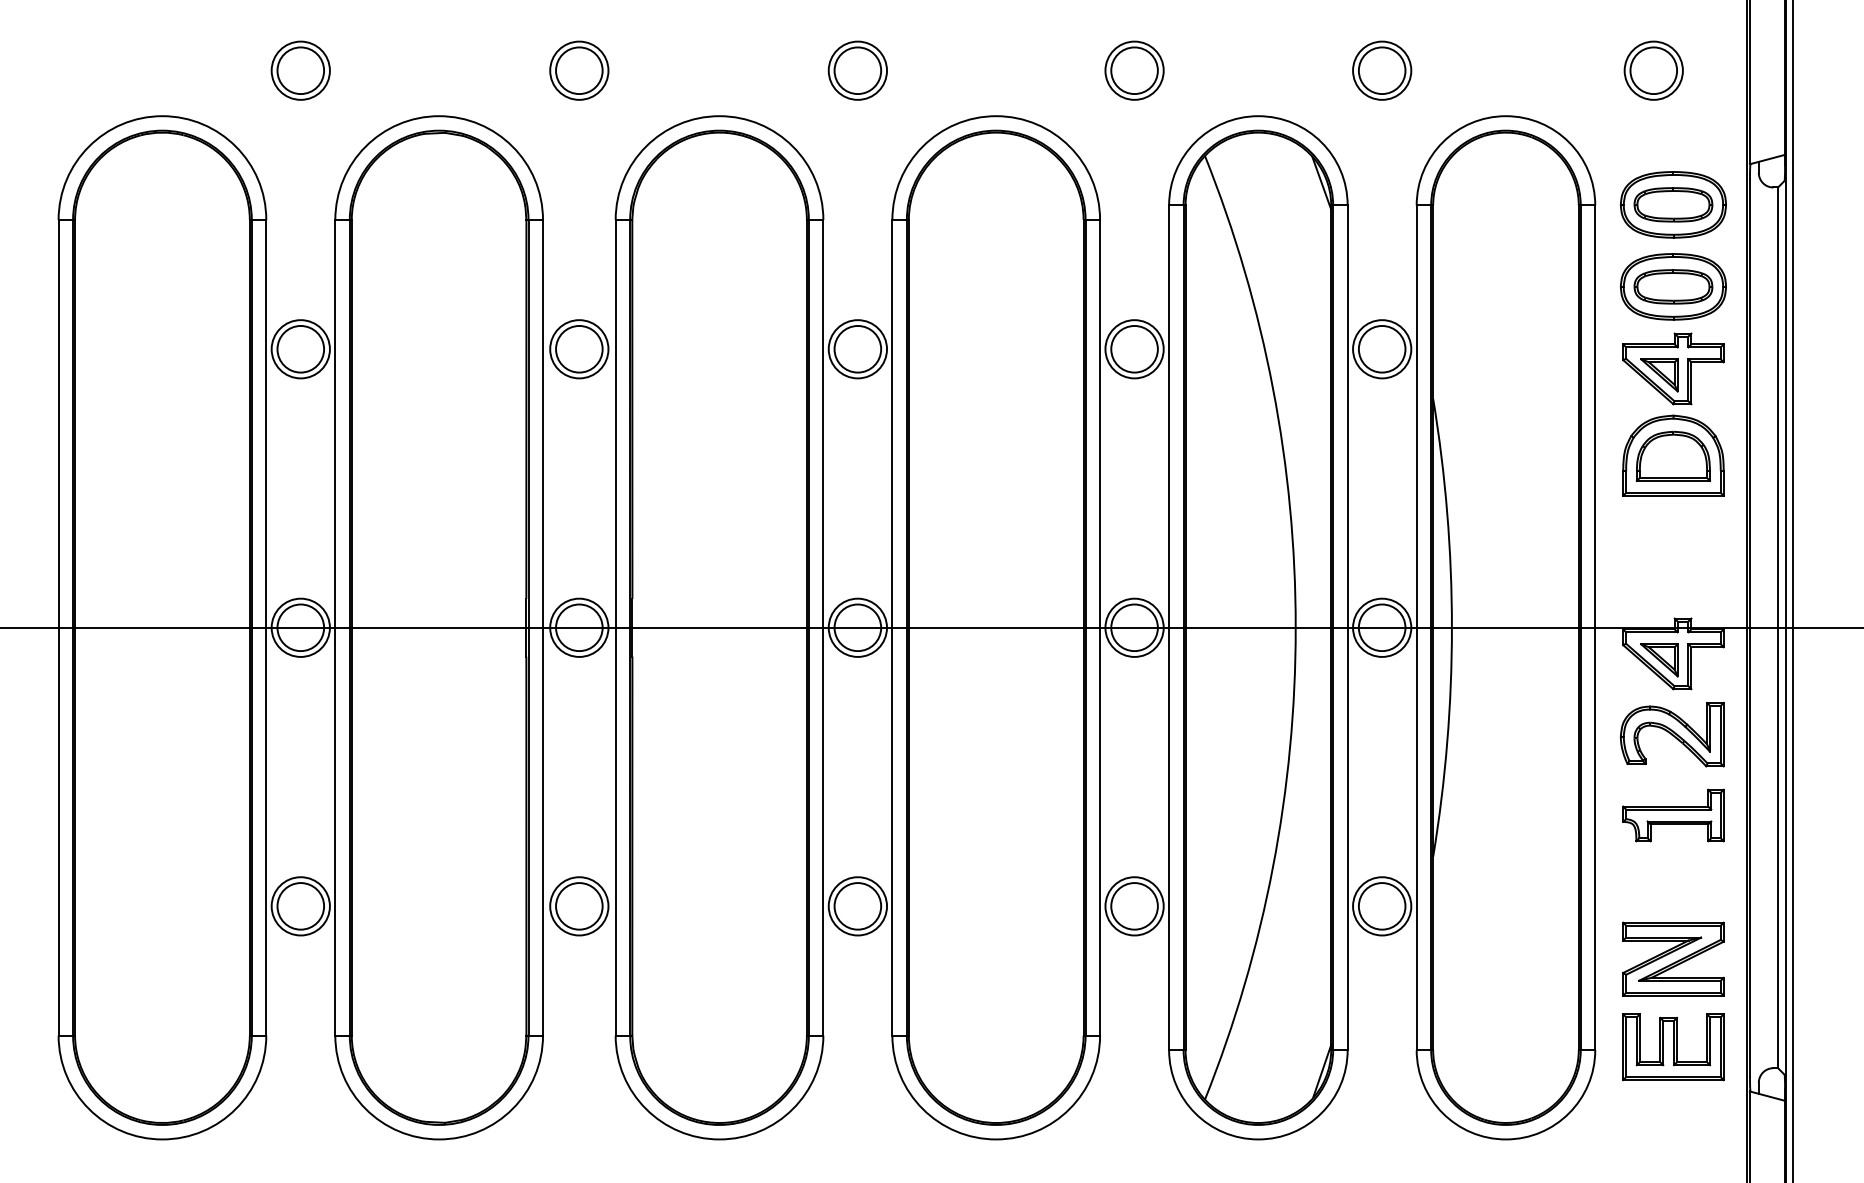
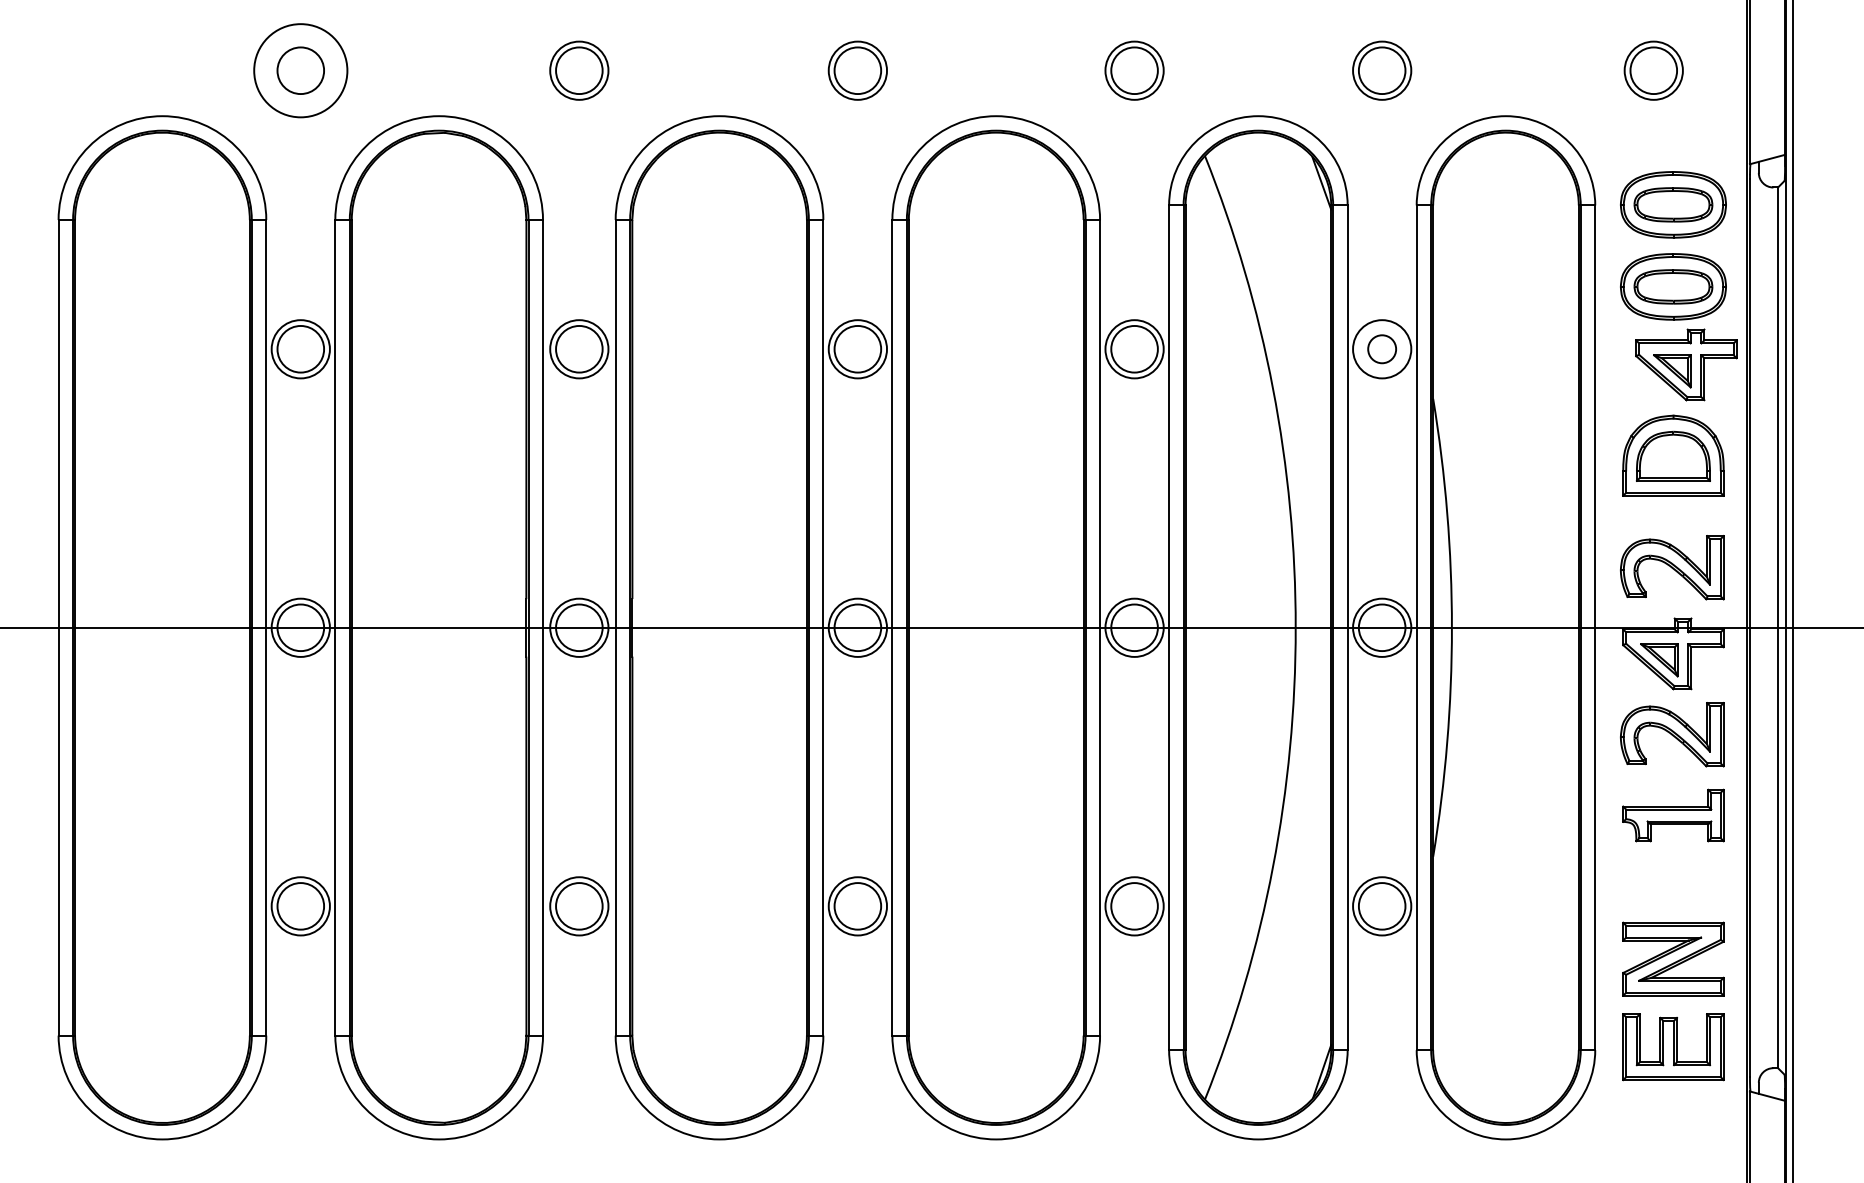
circle at (300, 70) diameter: 58 px -> 93 px
circle at (1381, 348) diameter: 47 px -> 28 px
part at (1673, 368) position: (1673, 368) -> (1686, 364)
part at (1672, 567): none -> present
